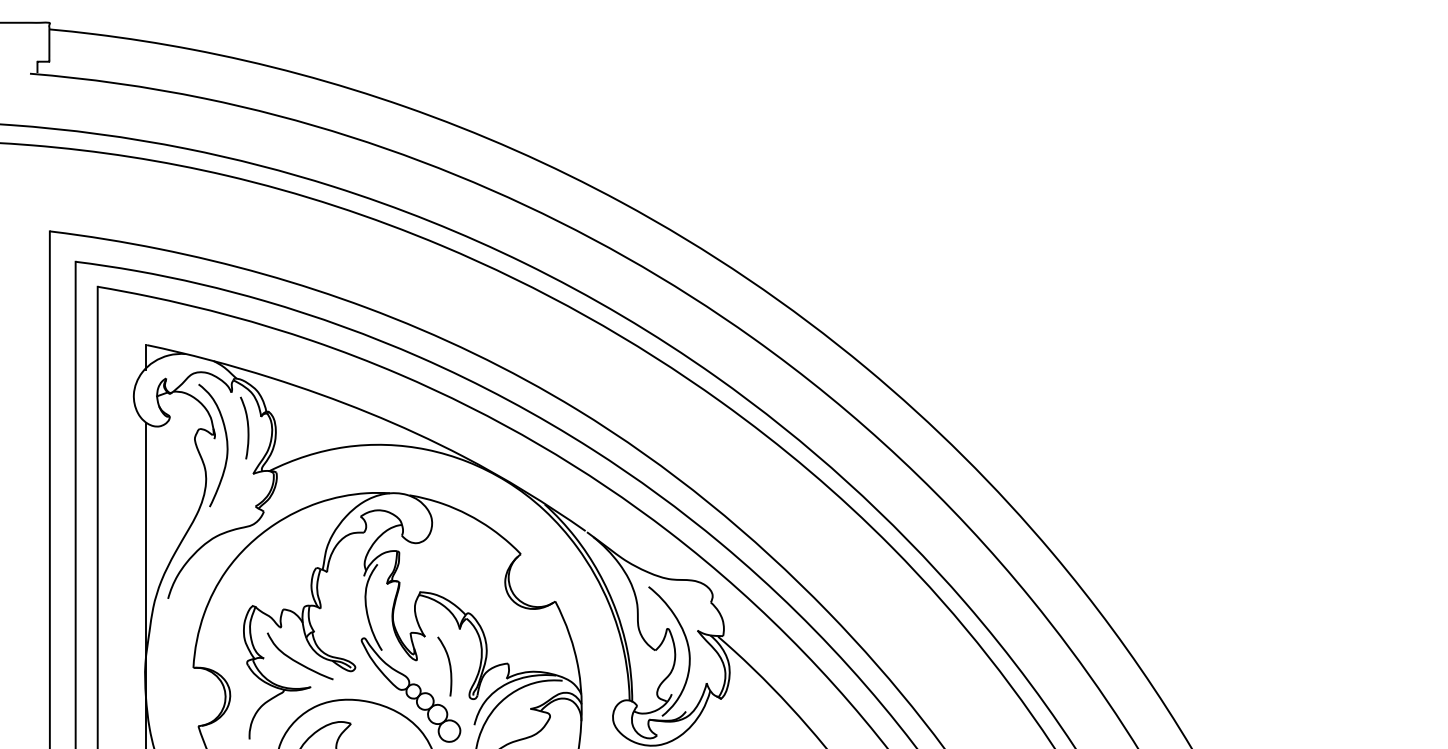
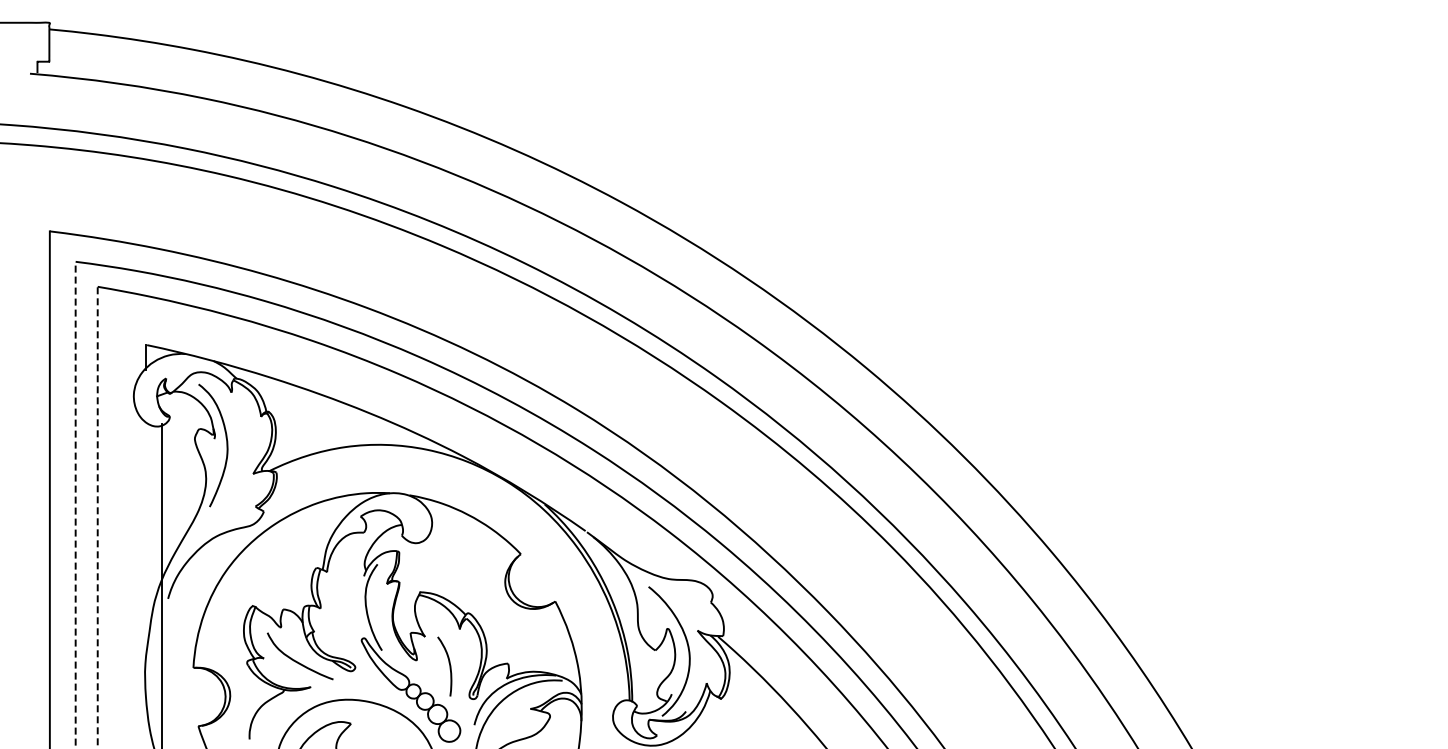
curve at (247, 427): present -> none
line at (75, 504): solid -> dashed
line at (97, 517): solid -> dashed
line at (145, 584) position: (145, 584) -> (161, 584)
